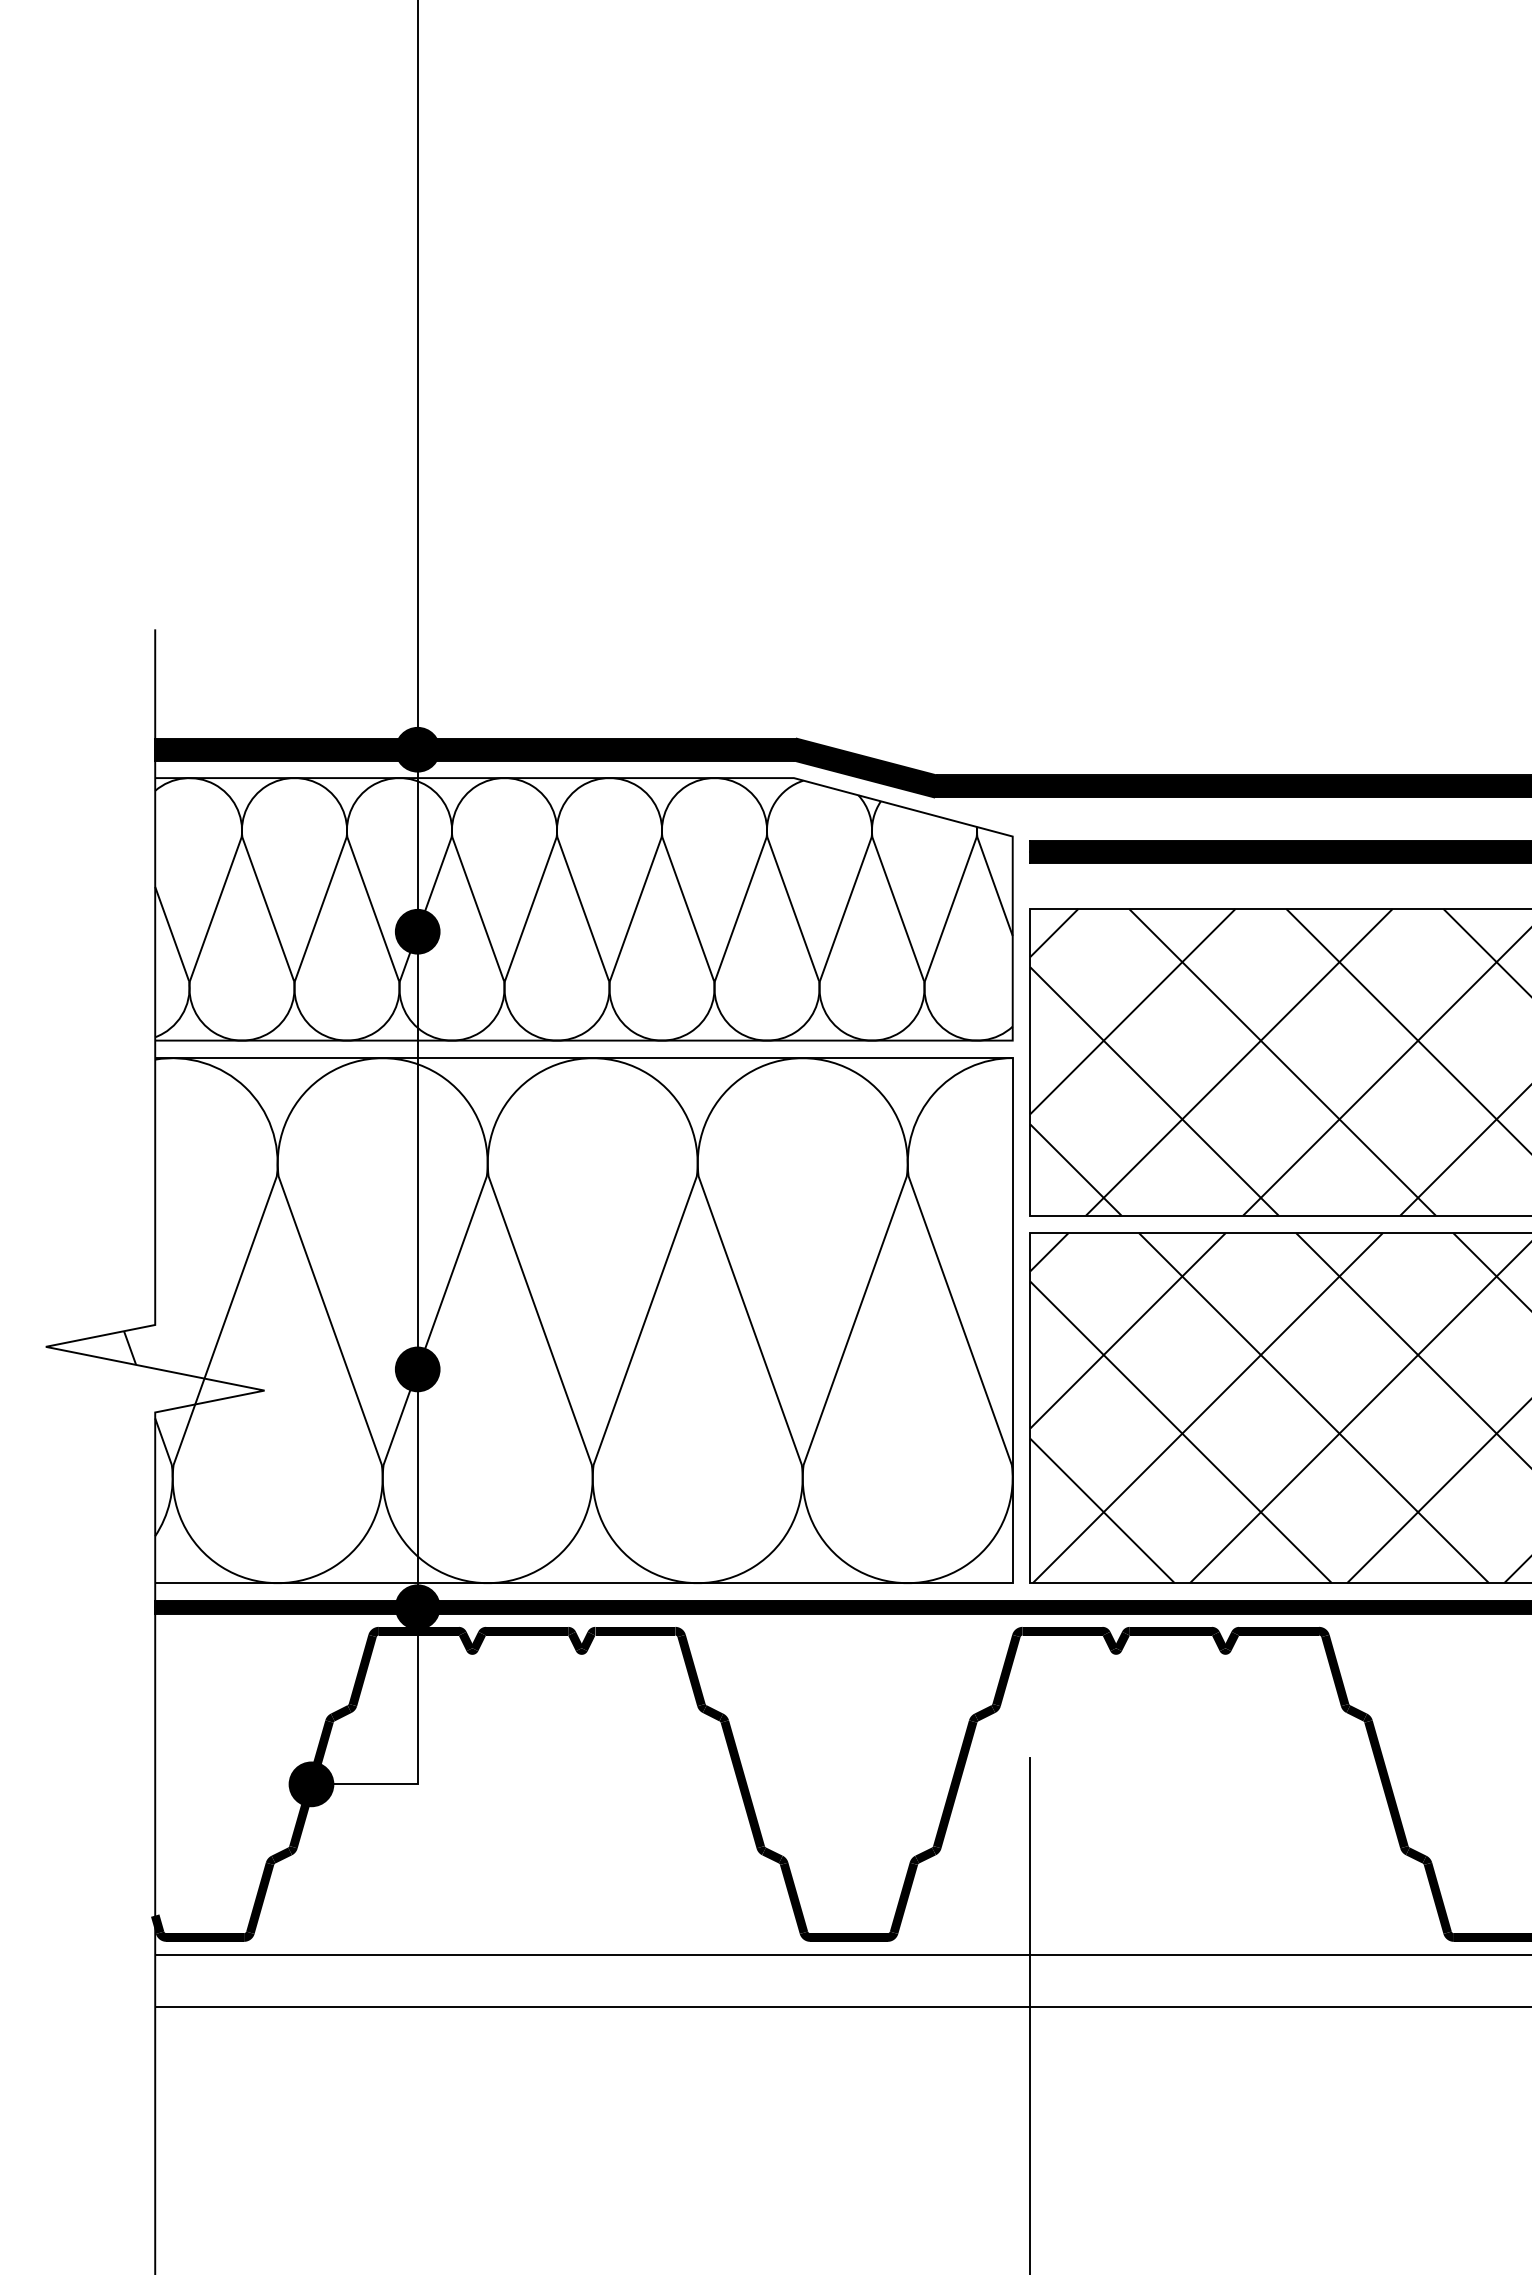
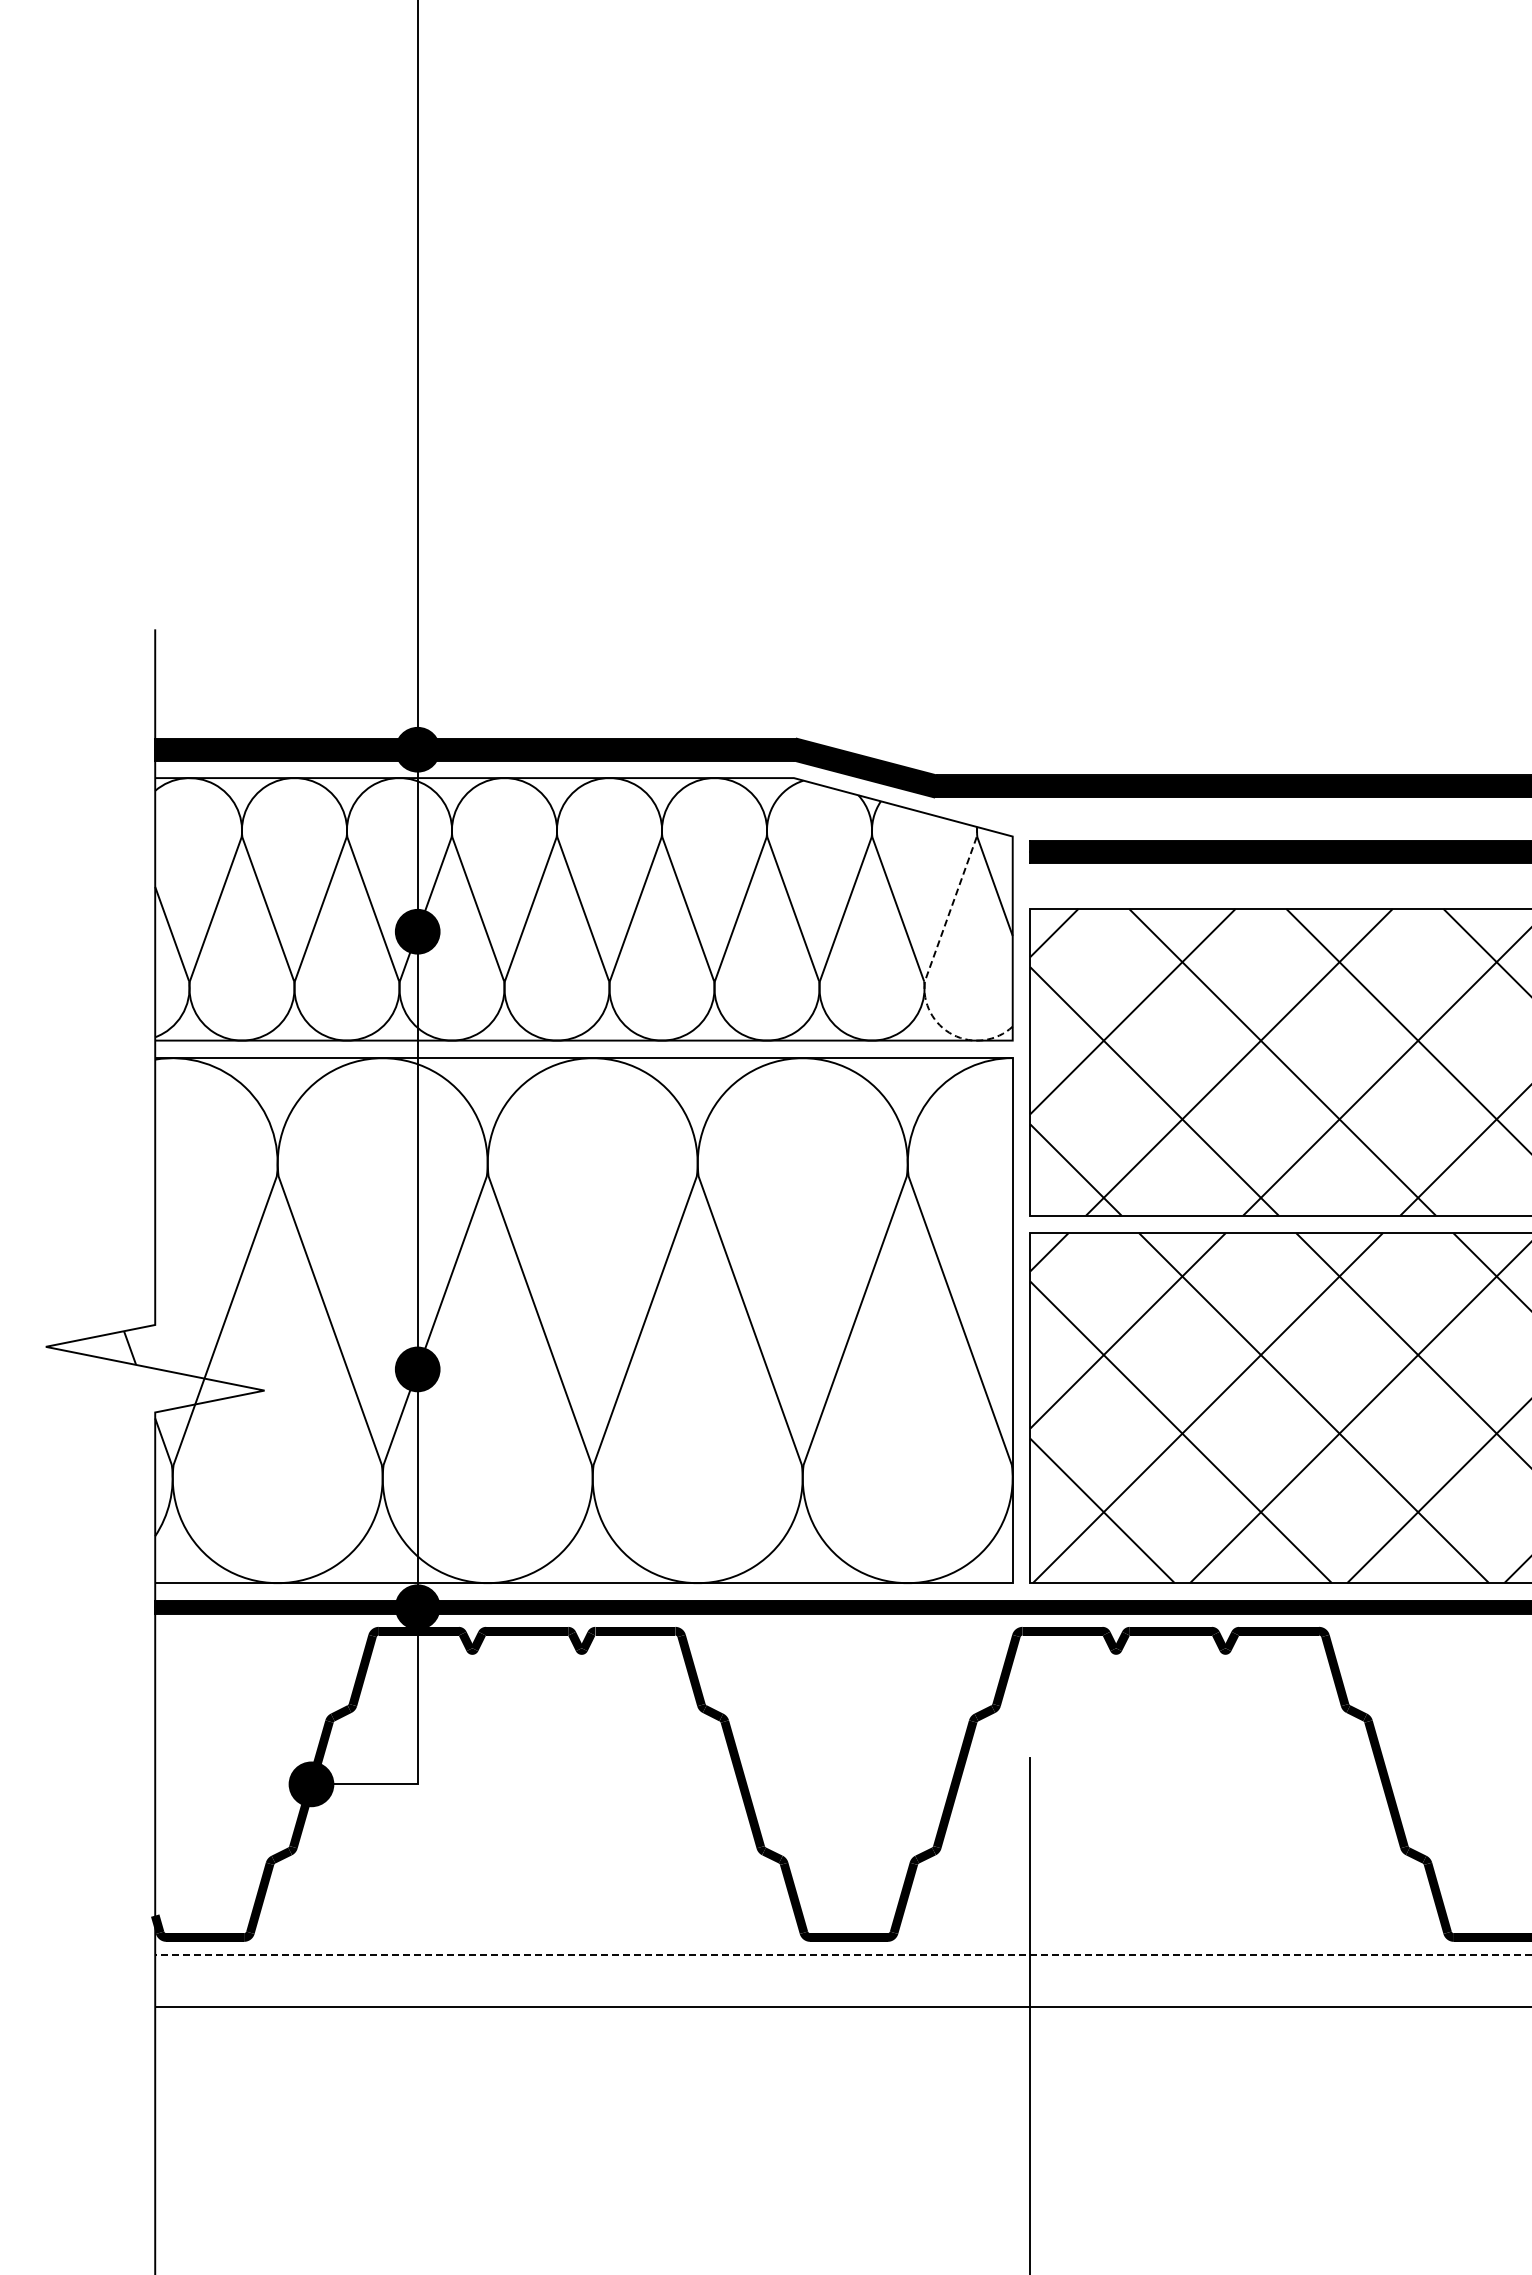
line at (924, 983): solid -> dashed
line at (843, 1954): solid -> dashed
